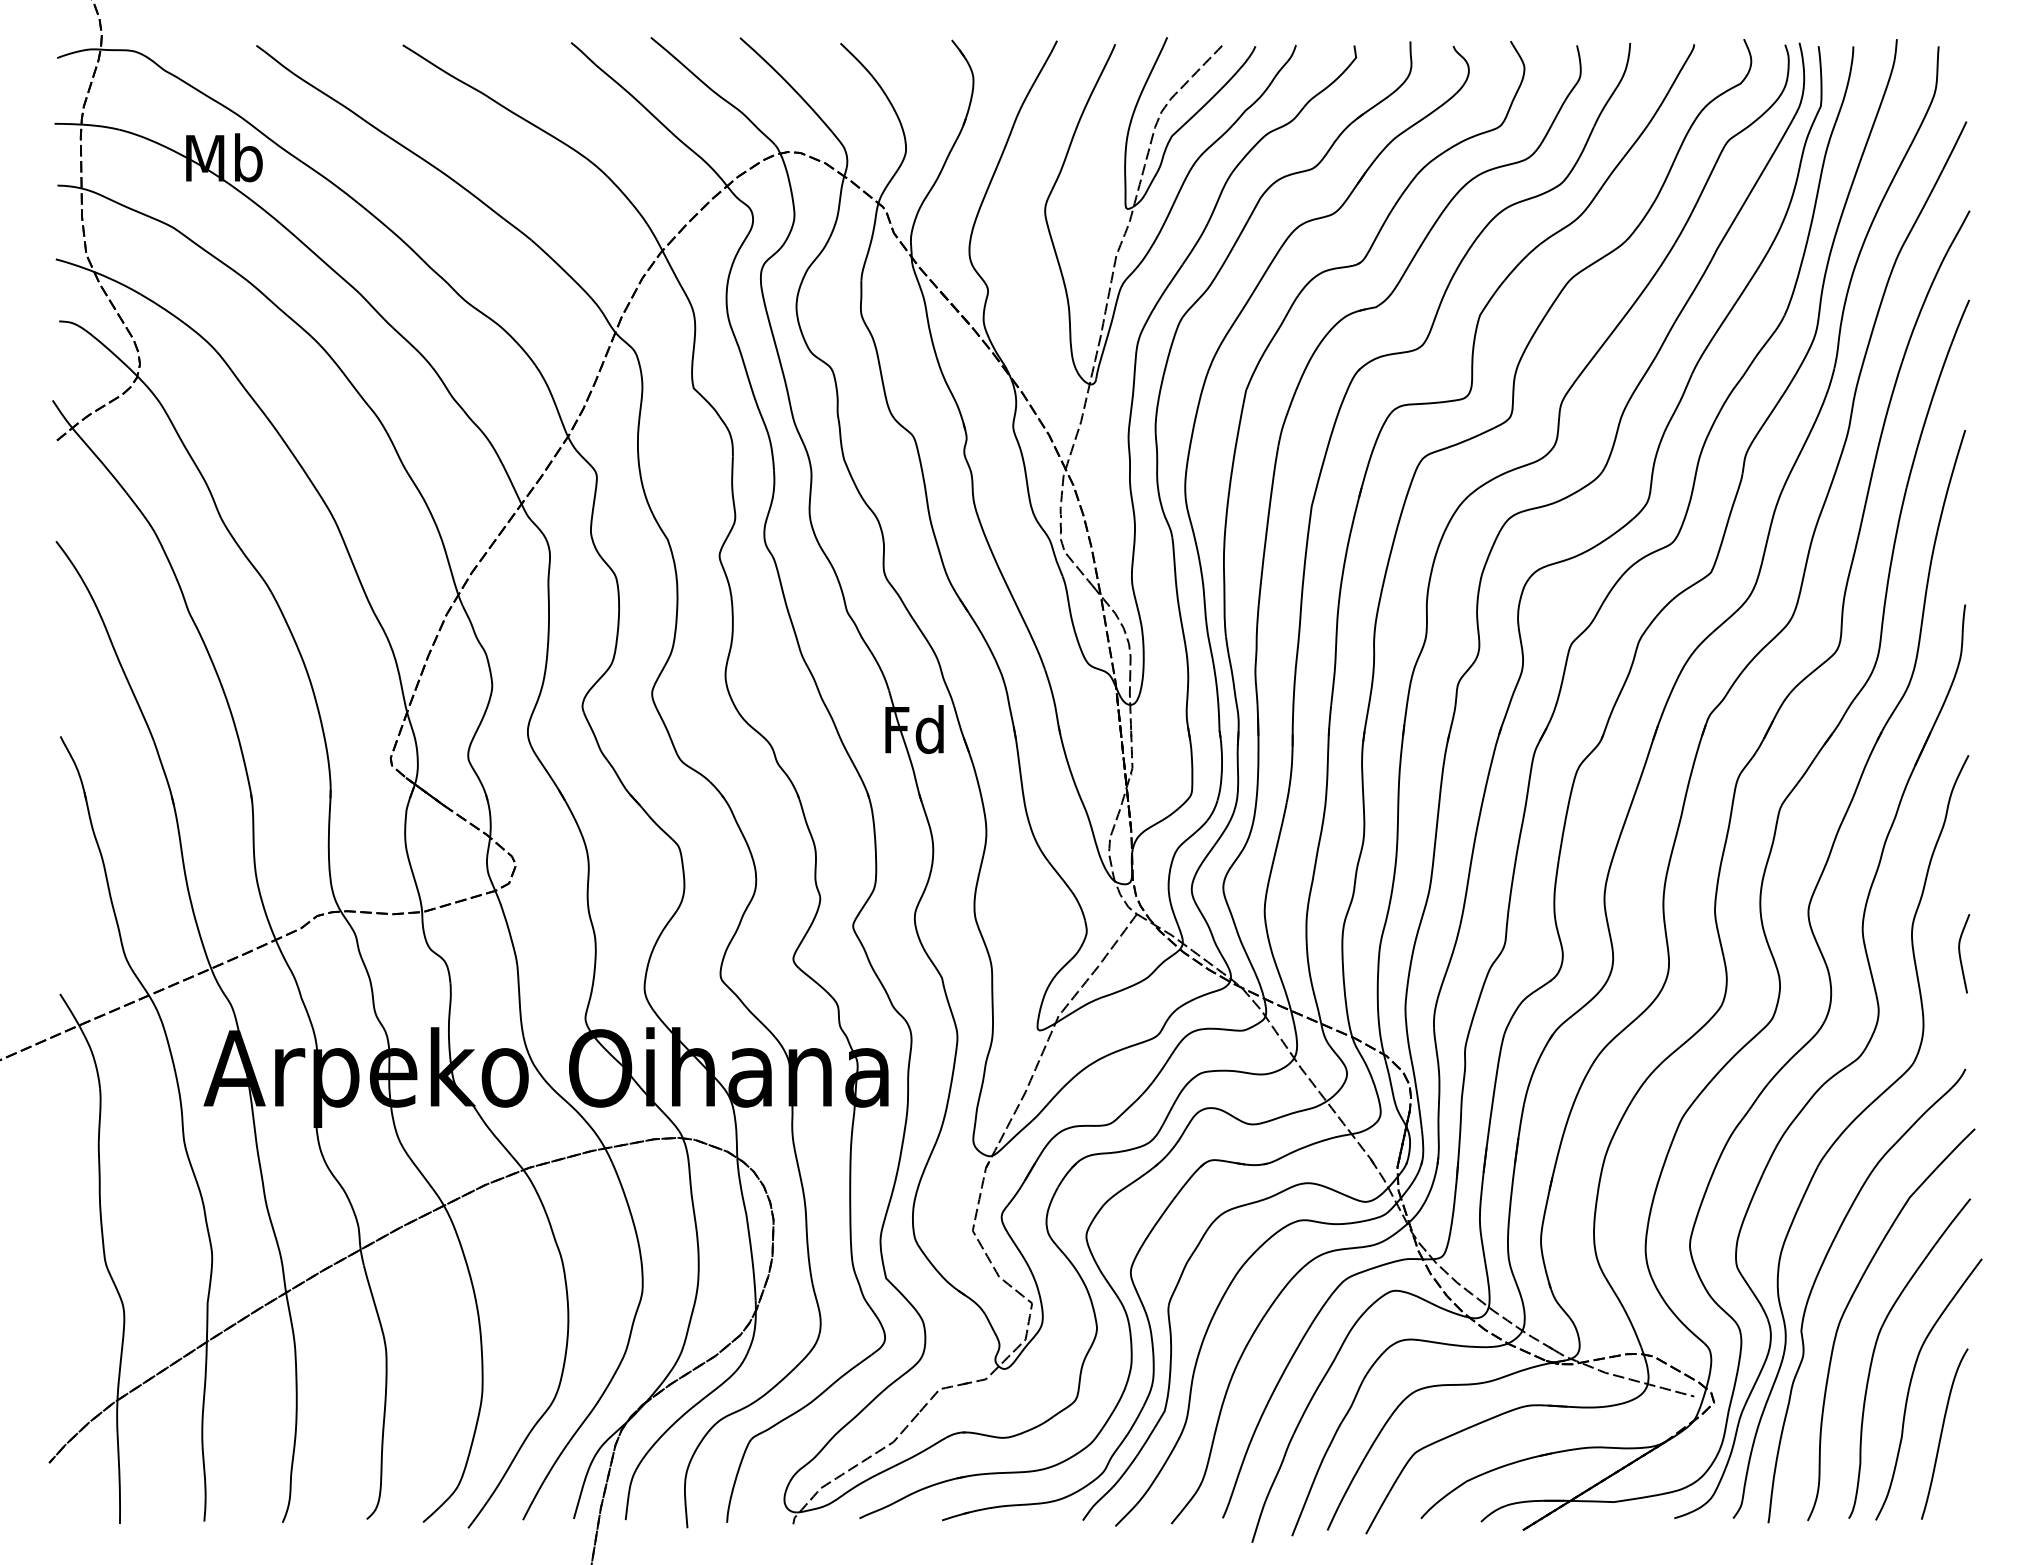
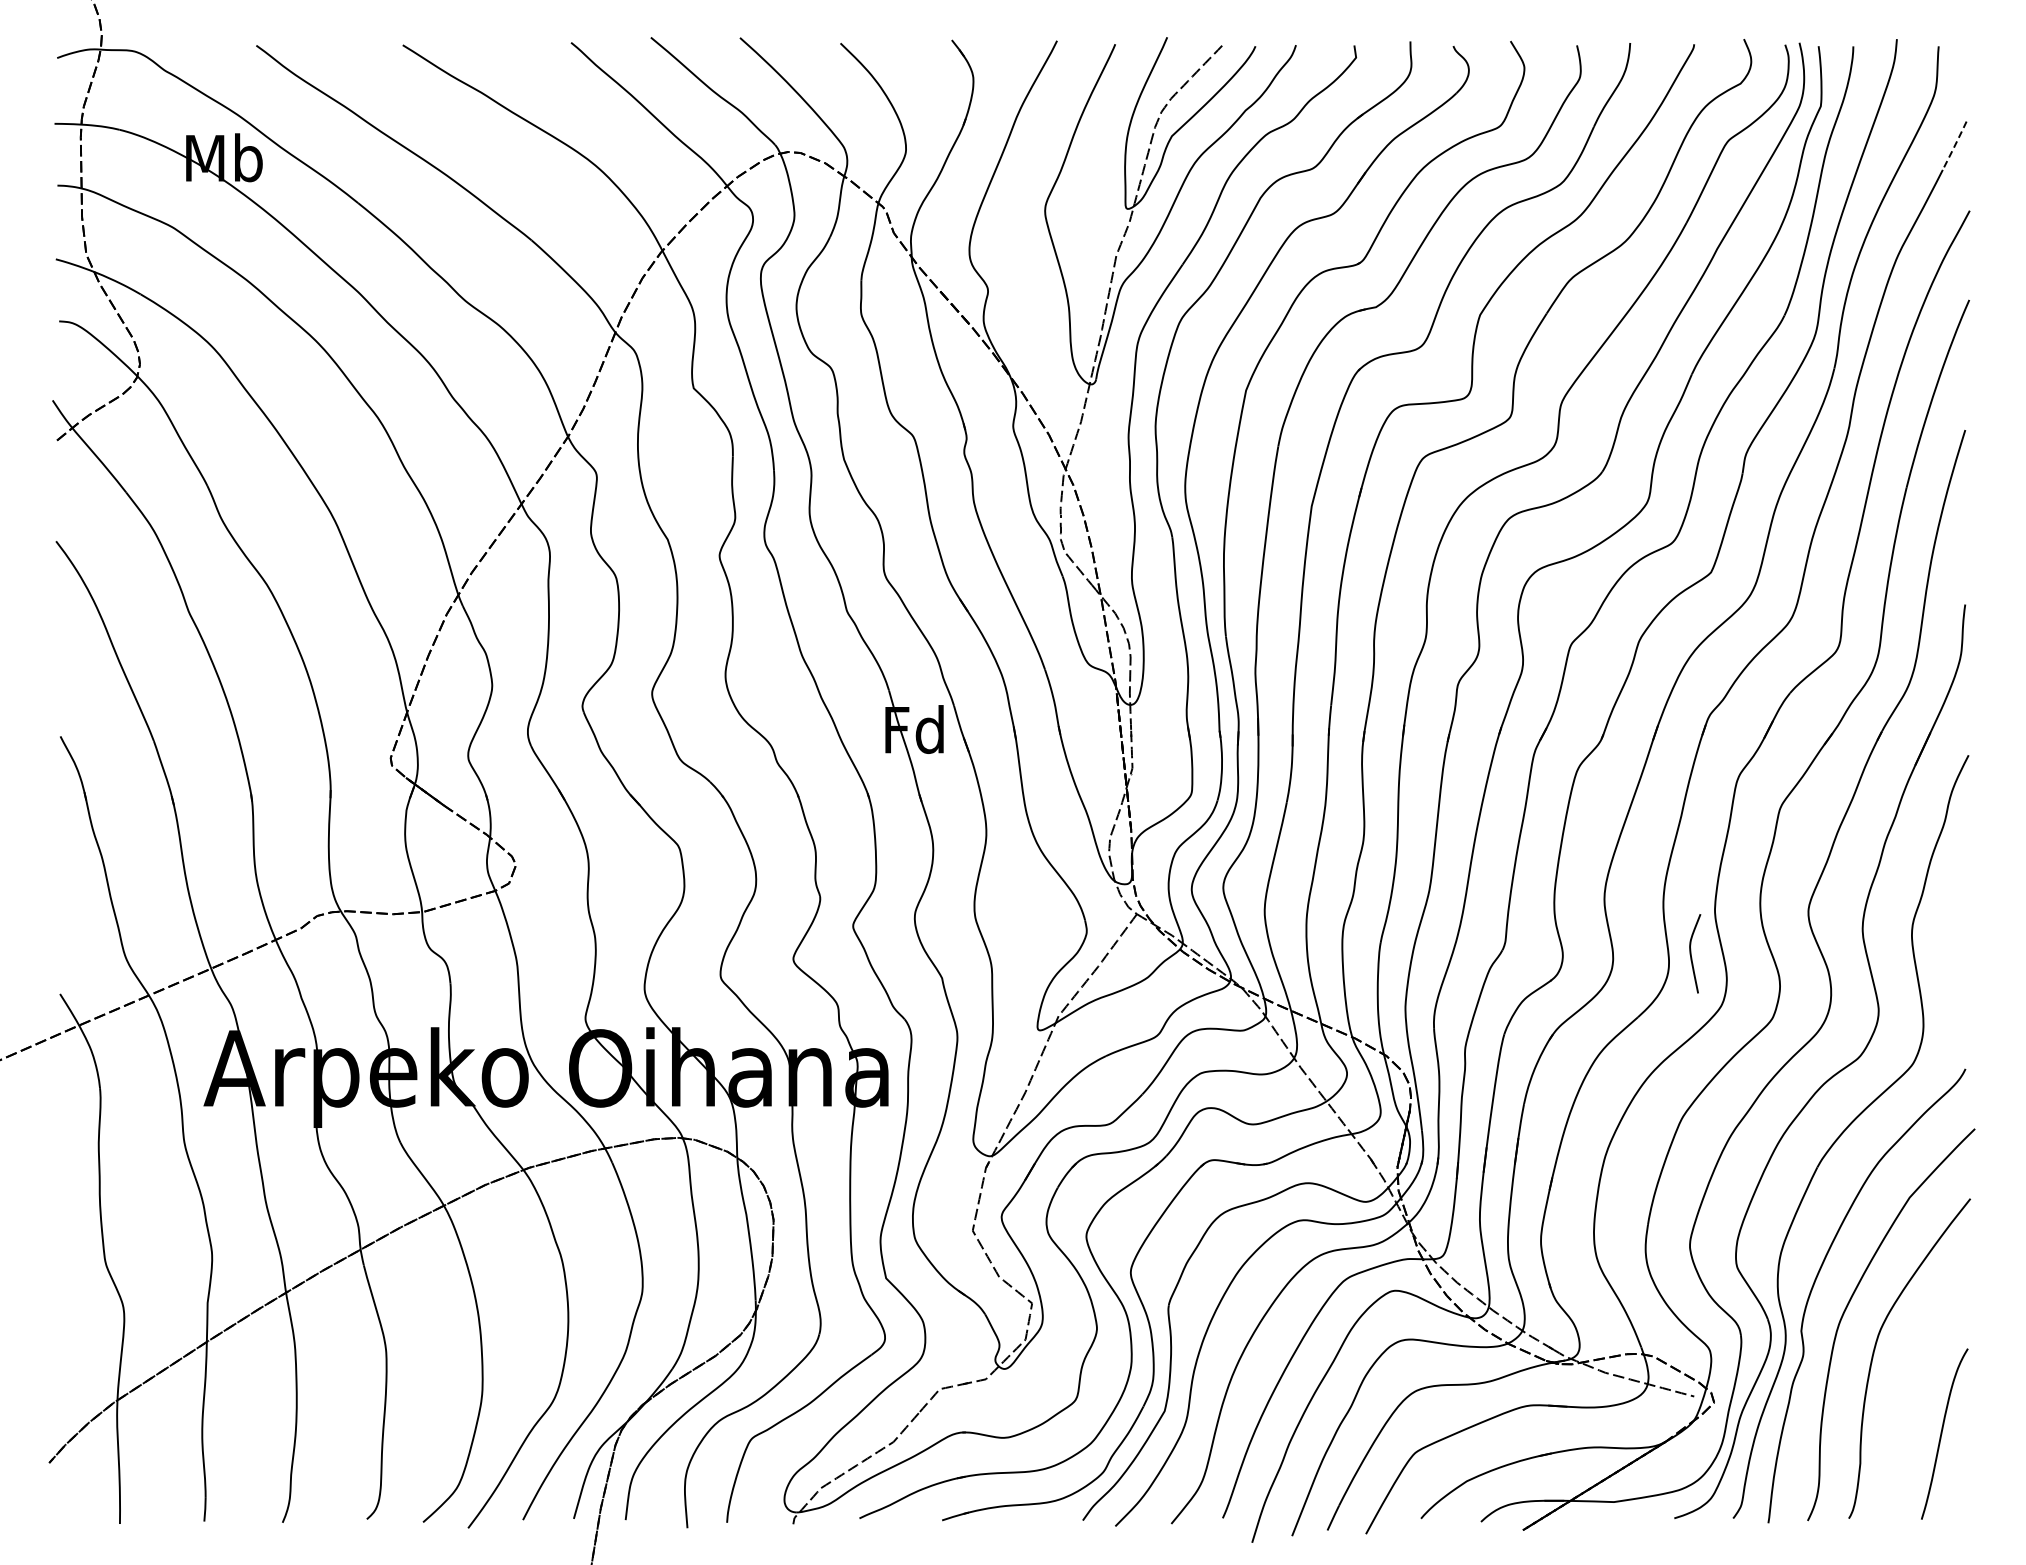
line at (1954, 145): solid -> dashed
curve at (1960, 953) position: (1960, 953) -> (1691, 953)
curve at (1911, 1383): present -> none
